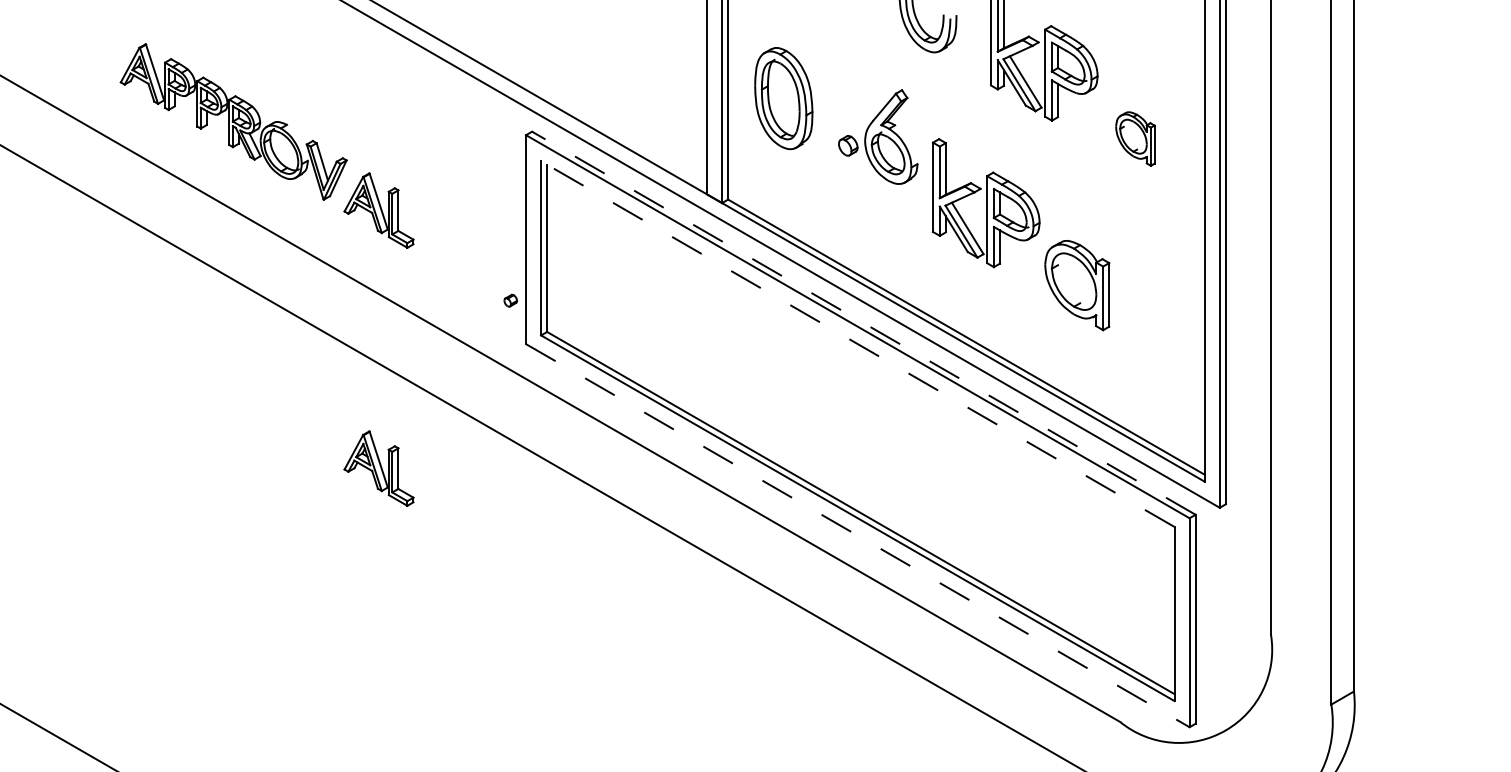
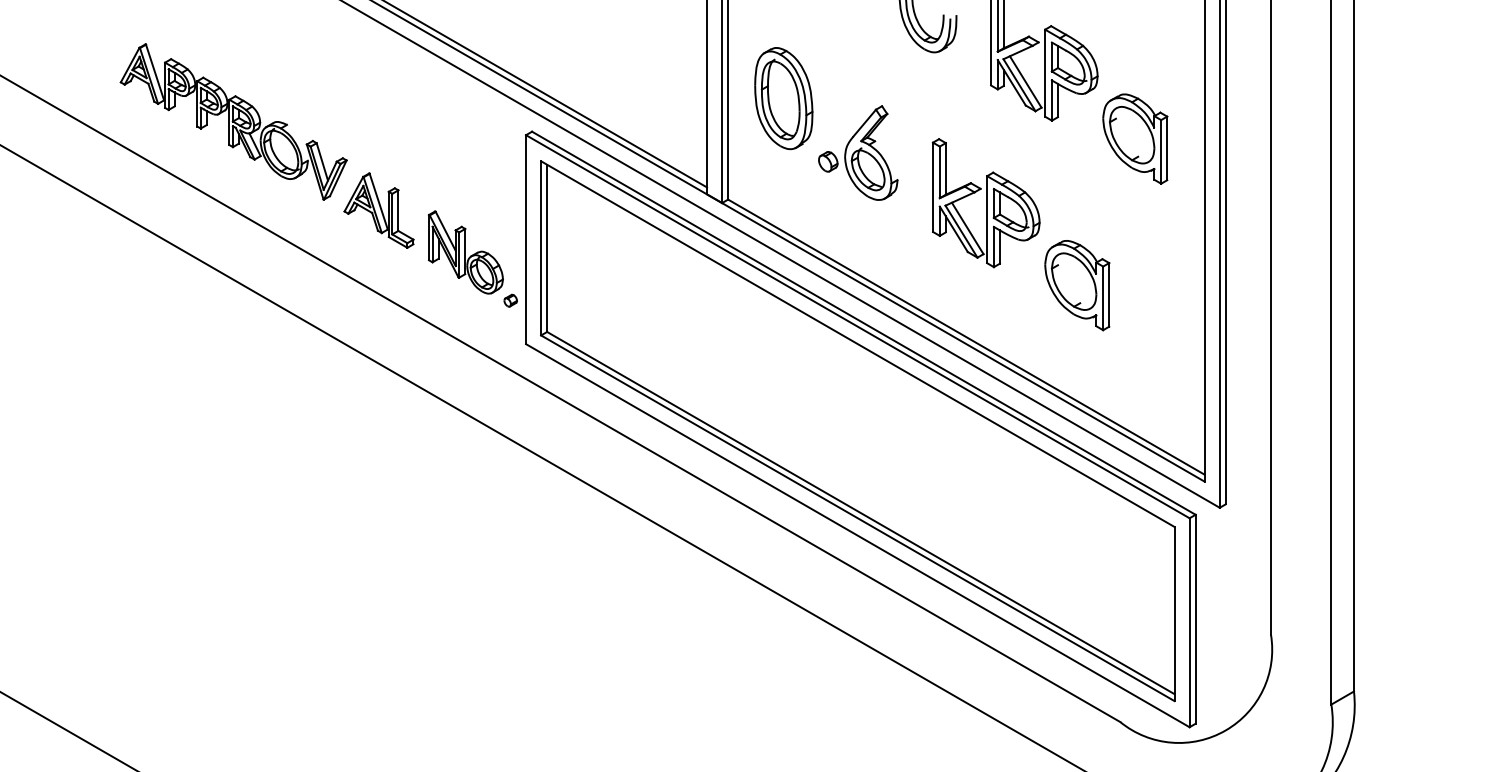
line at (546, 94): none -> present
part at (878, 136) position: (878, 136) -> (858, 152)
part at (1135, 138) size: 41x56 px -> 67x92 px
part at (465, 252): none -> present
line at (863, 322): dashed -> solid
line at (857, 344): dashed -> solid
part at (378, 468): present -> none
line at (858, 535): dashed -> solid
line at (57, 736) position: (57, 736) -> (67, 730)
